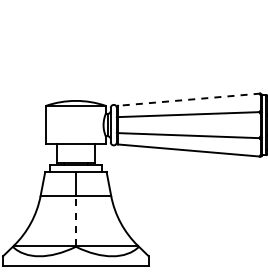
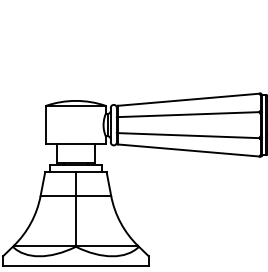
line at (189, 99): dashed -> solid
line at (75, 220): dashed -> solid
